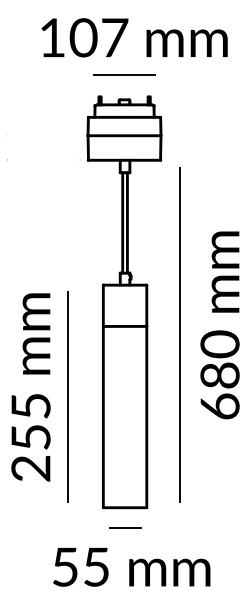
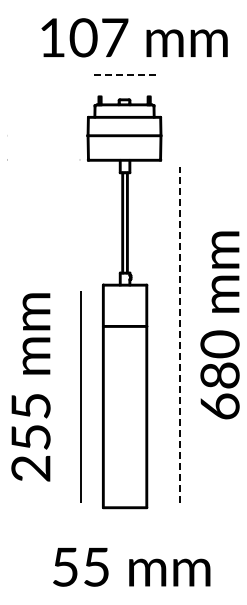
line at (123, 75): solid -> dashed
line at (180, 334): solid -> dashed
line at (67, 396) position: (67, 396) -> (80, 396)
line at (125, 527): present -> none
